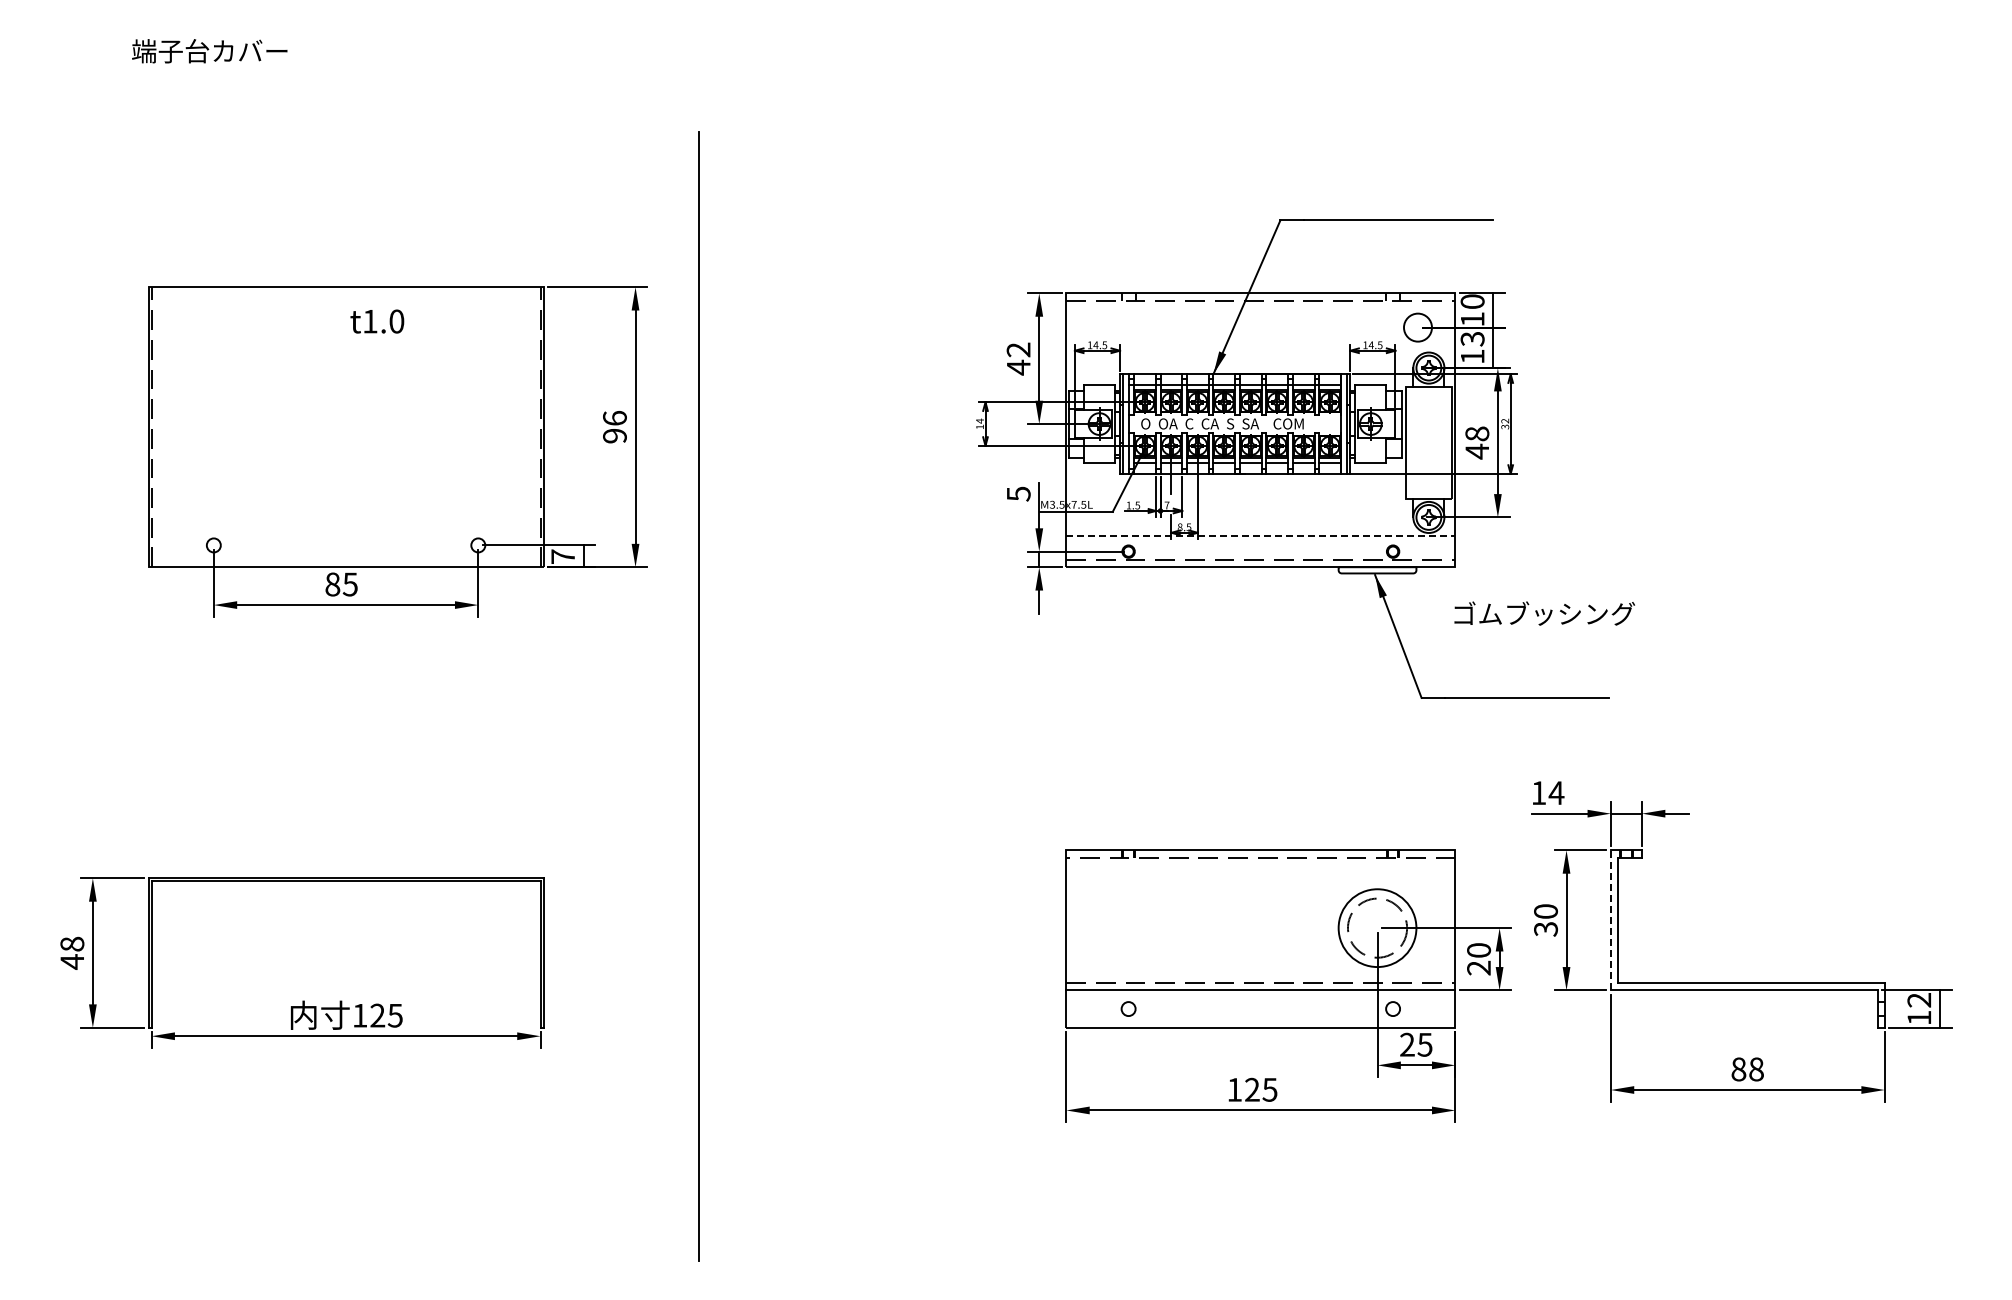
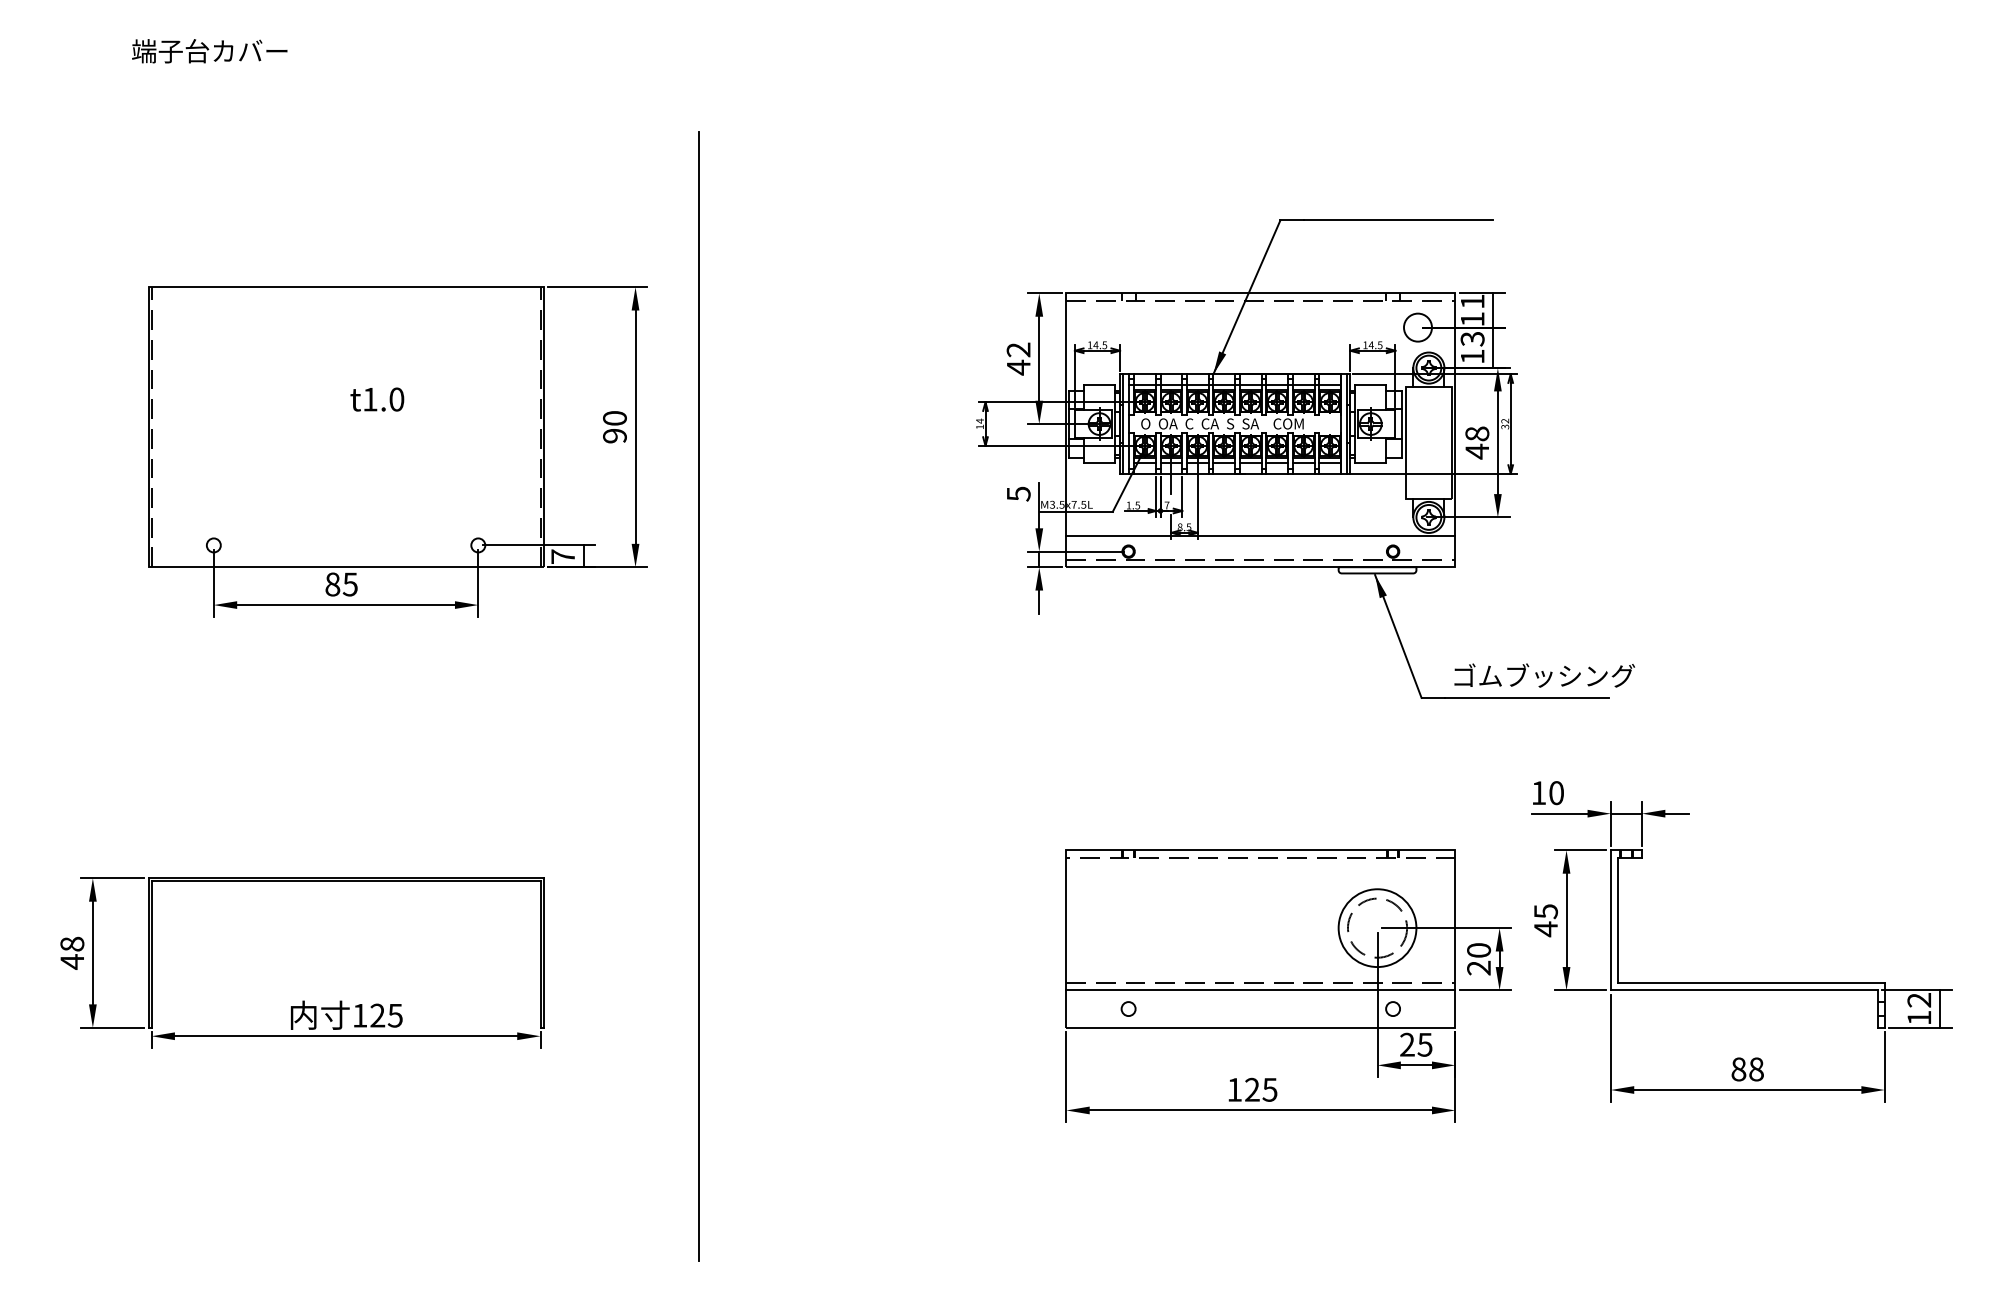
text at (1472, 301): 10 -> 11
text at (377, 321) position: (377, 321) -> (377, 399)
text at (614, 418): 96 -> 90
line at (1261, 536): dashed -> solid
text at (1544, 613) position: (1544, 613) -> (1544, 675)
text at (1556, 793): 14 -> 10
line at (1610, 919): dashed -> solid
text at (1545, 920): 30 -> 45
